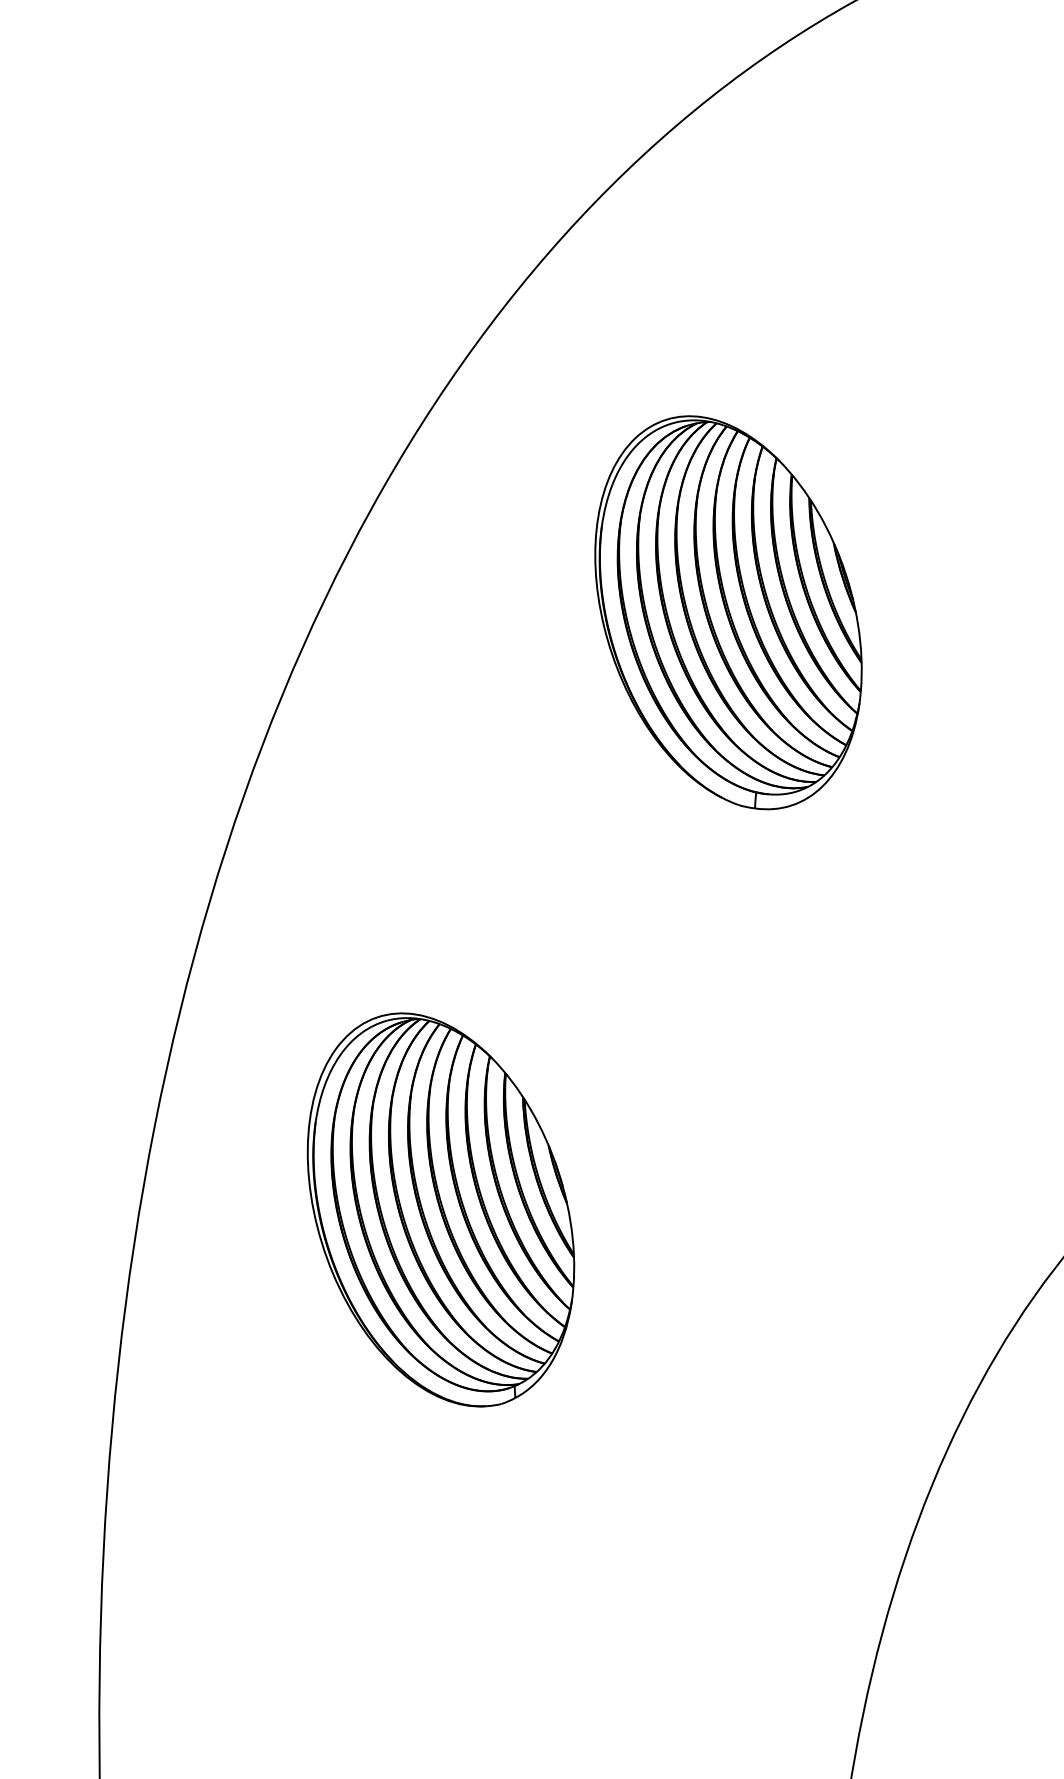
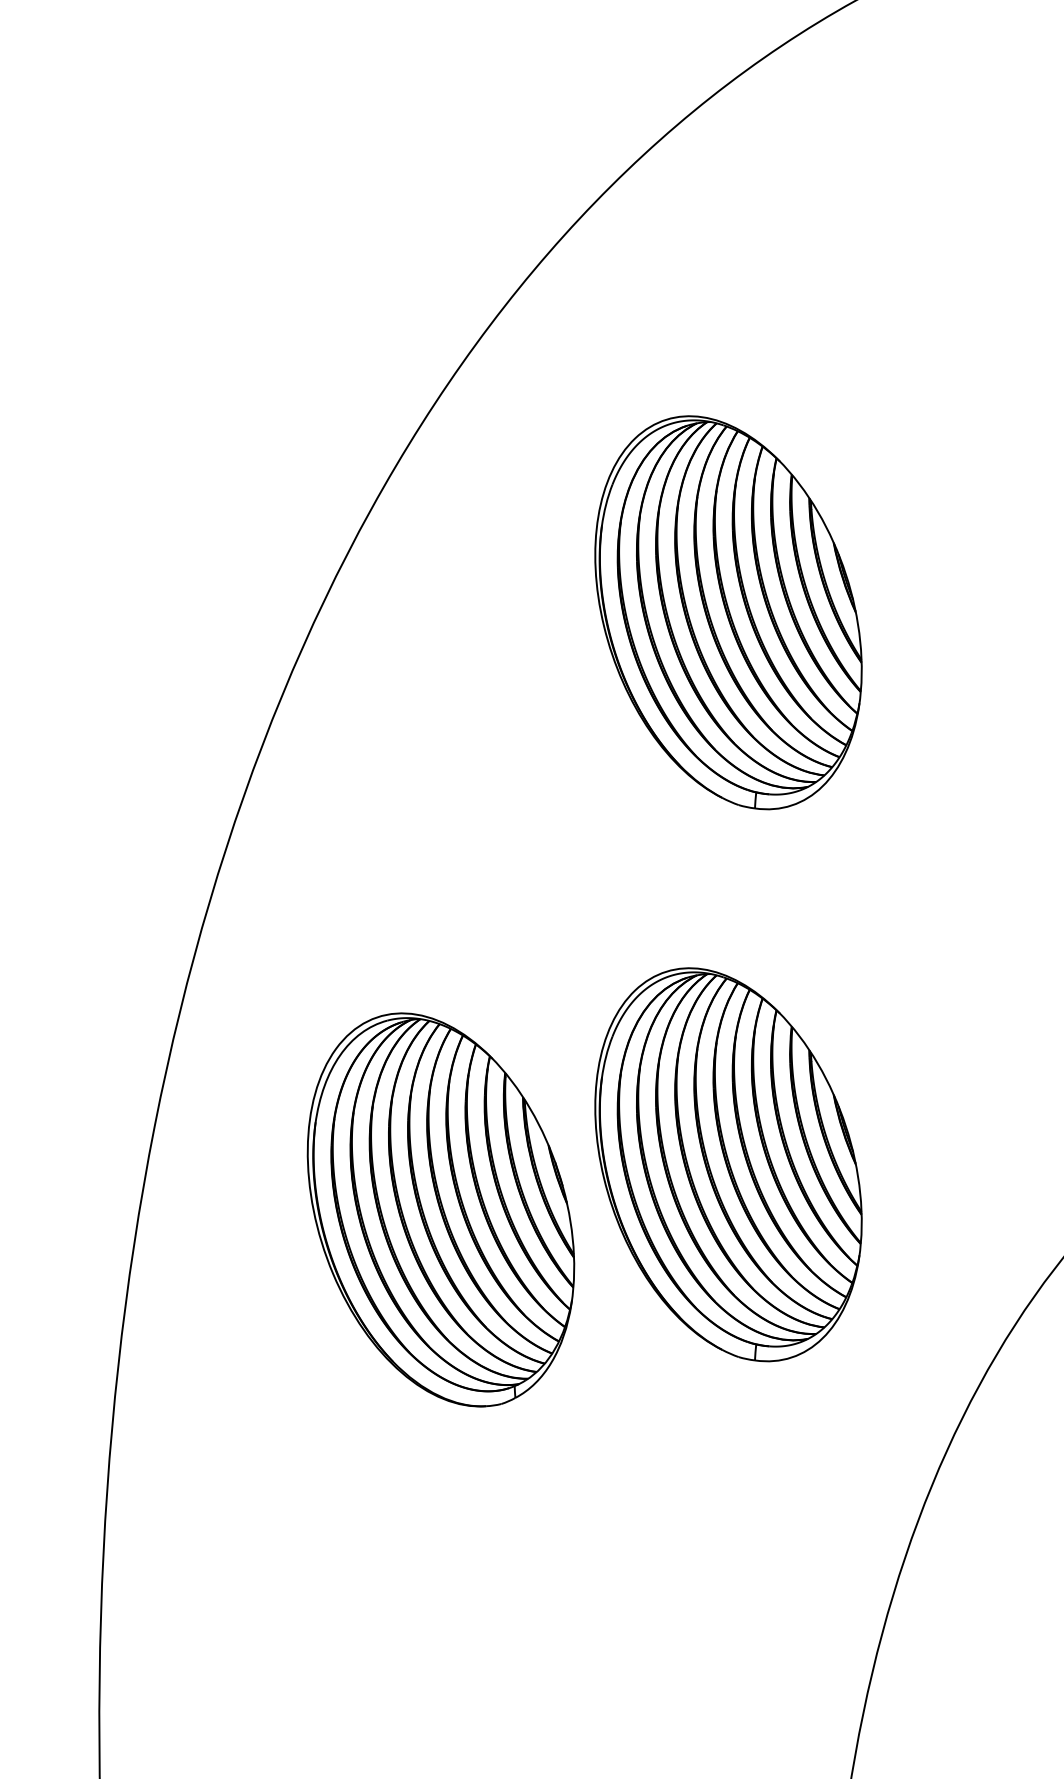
part at (728, 1164): none -> present
